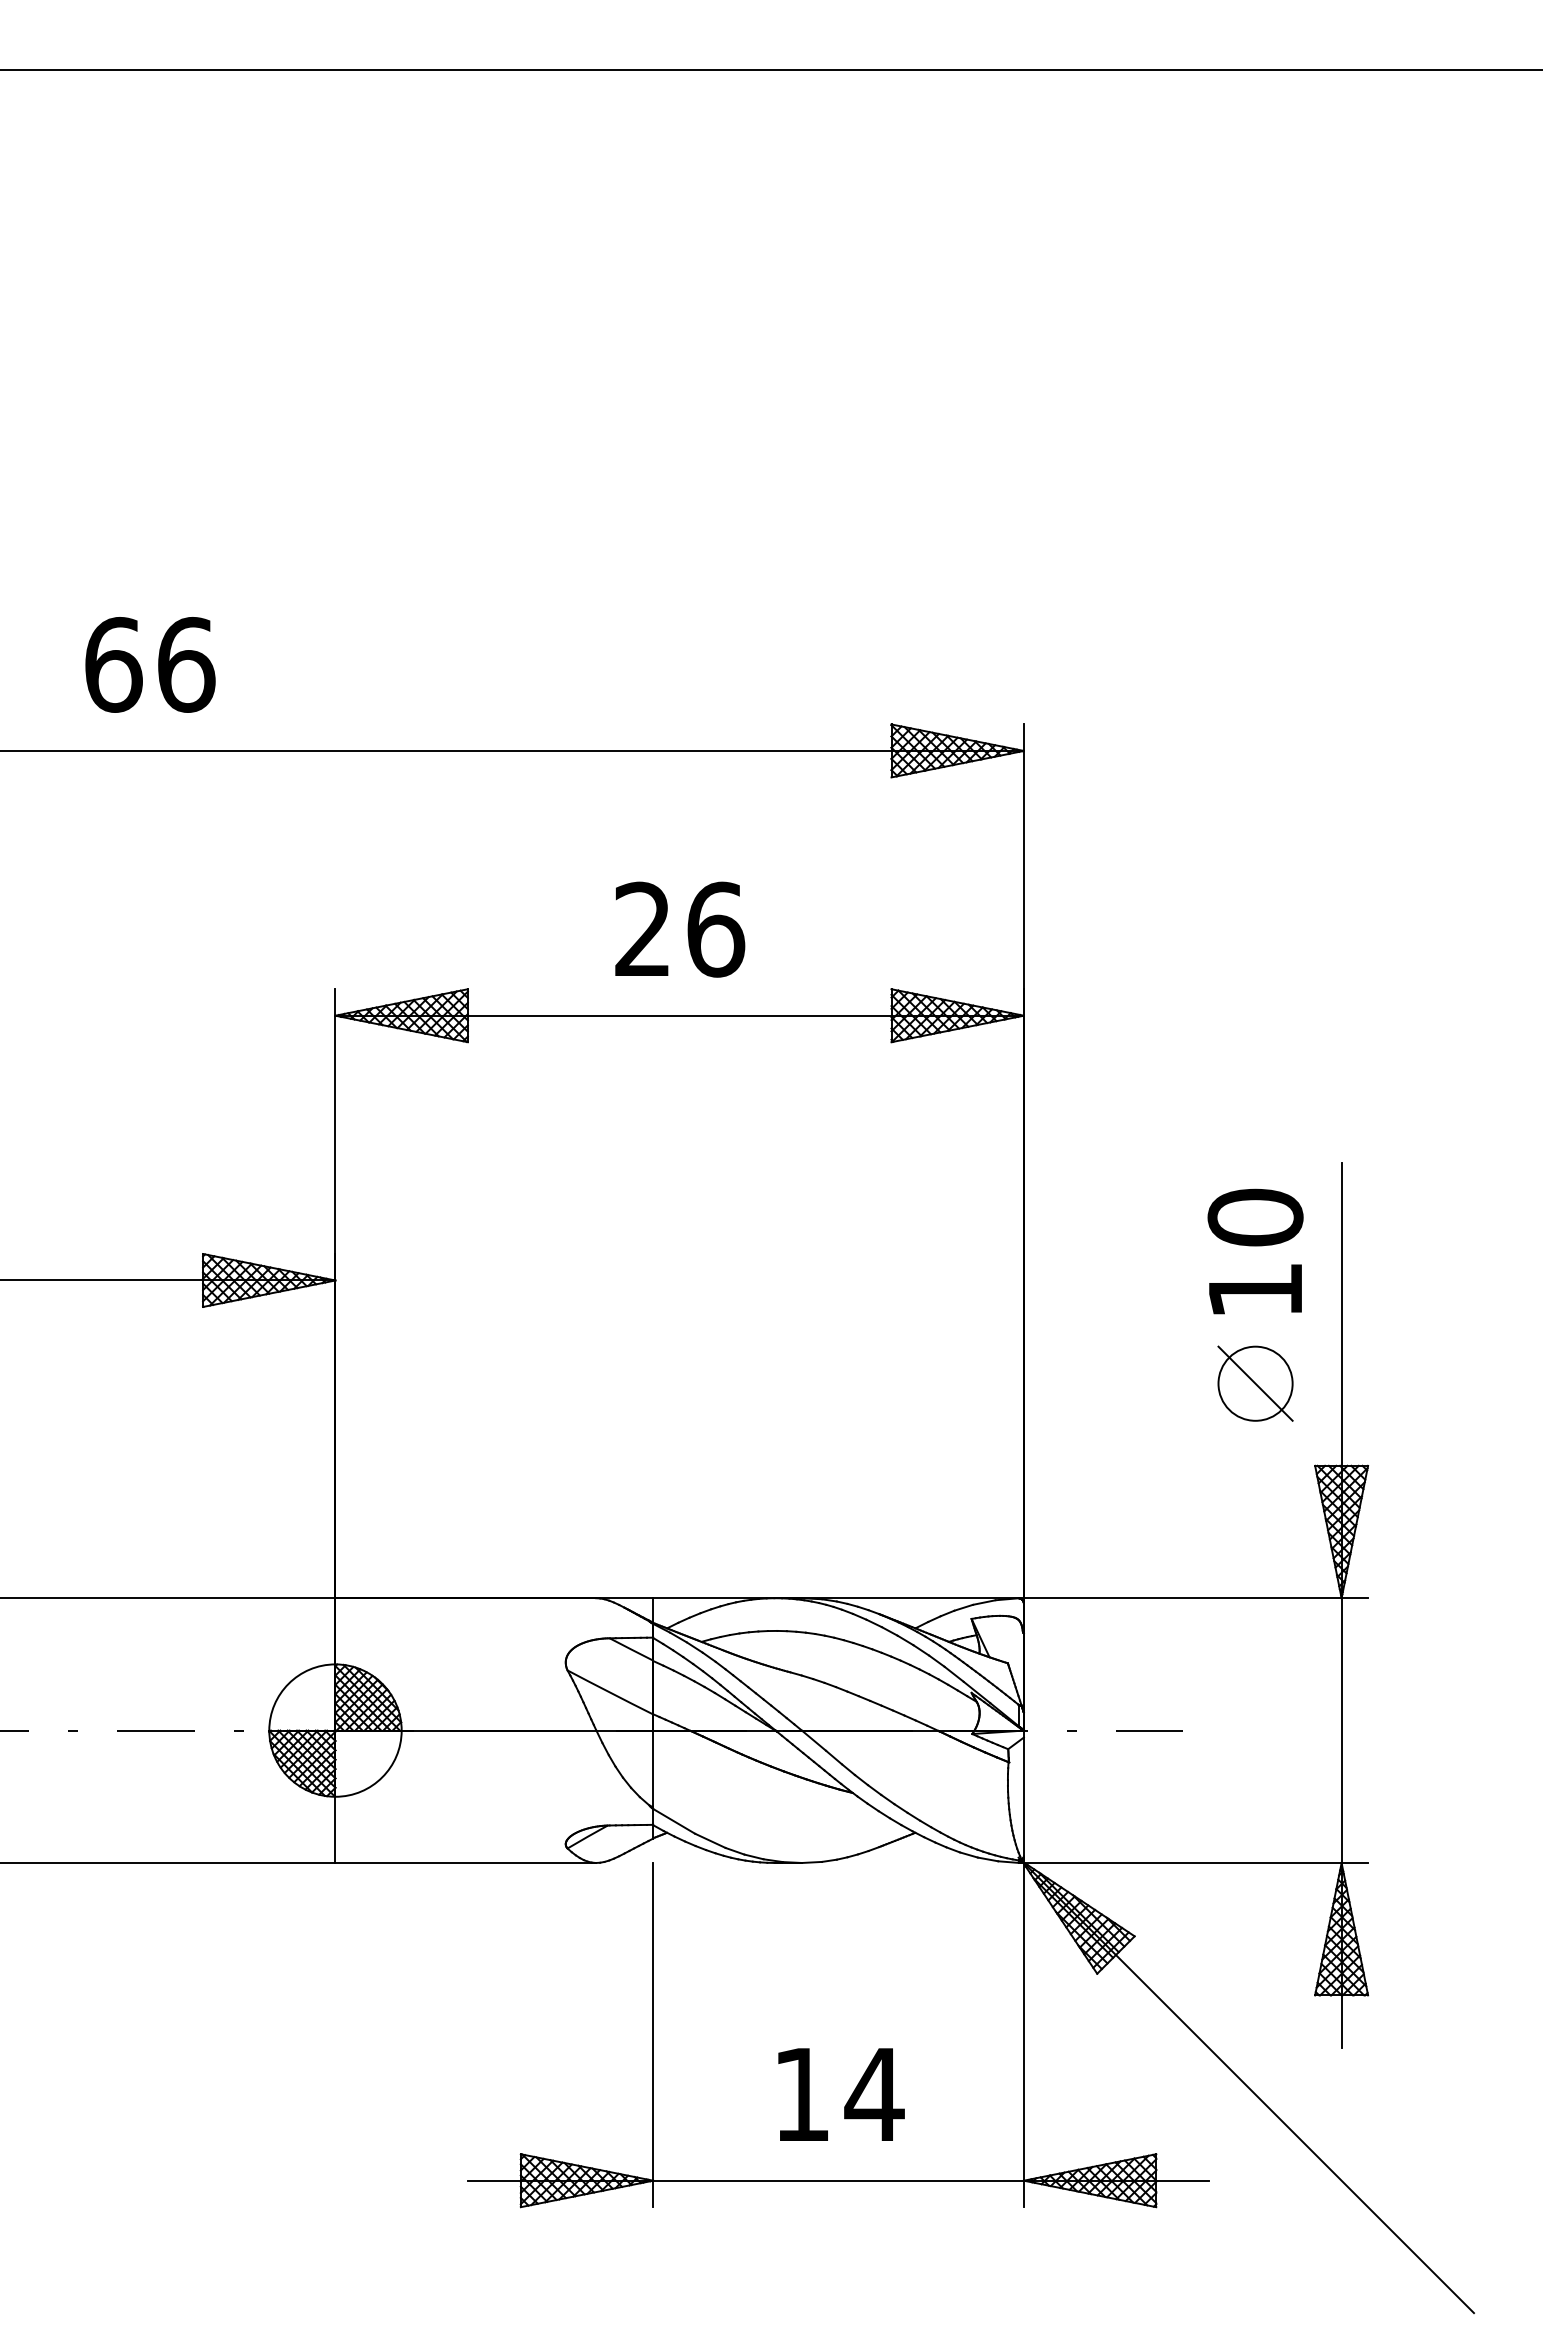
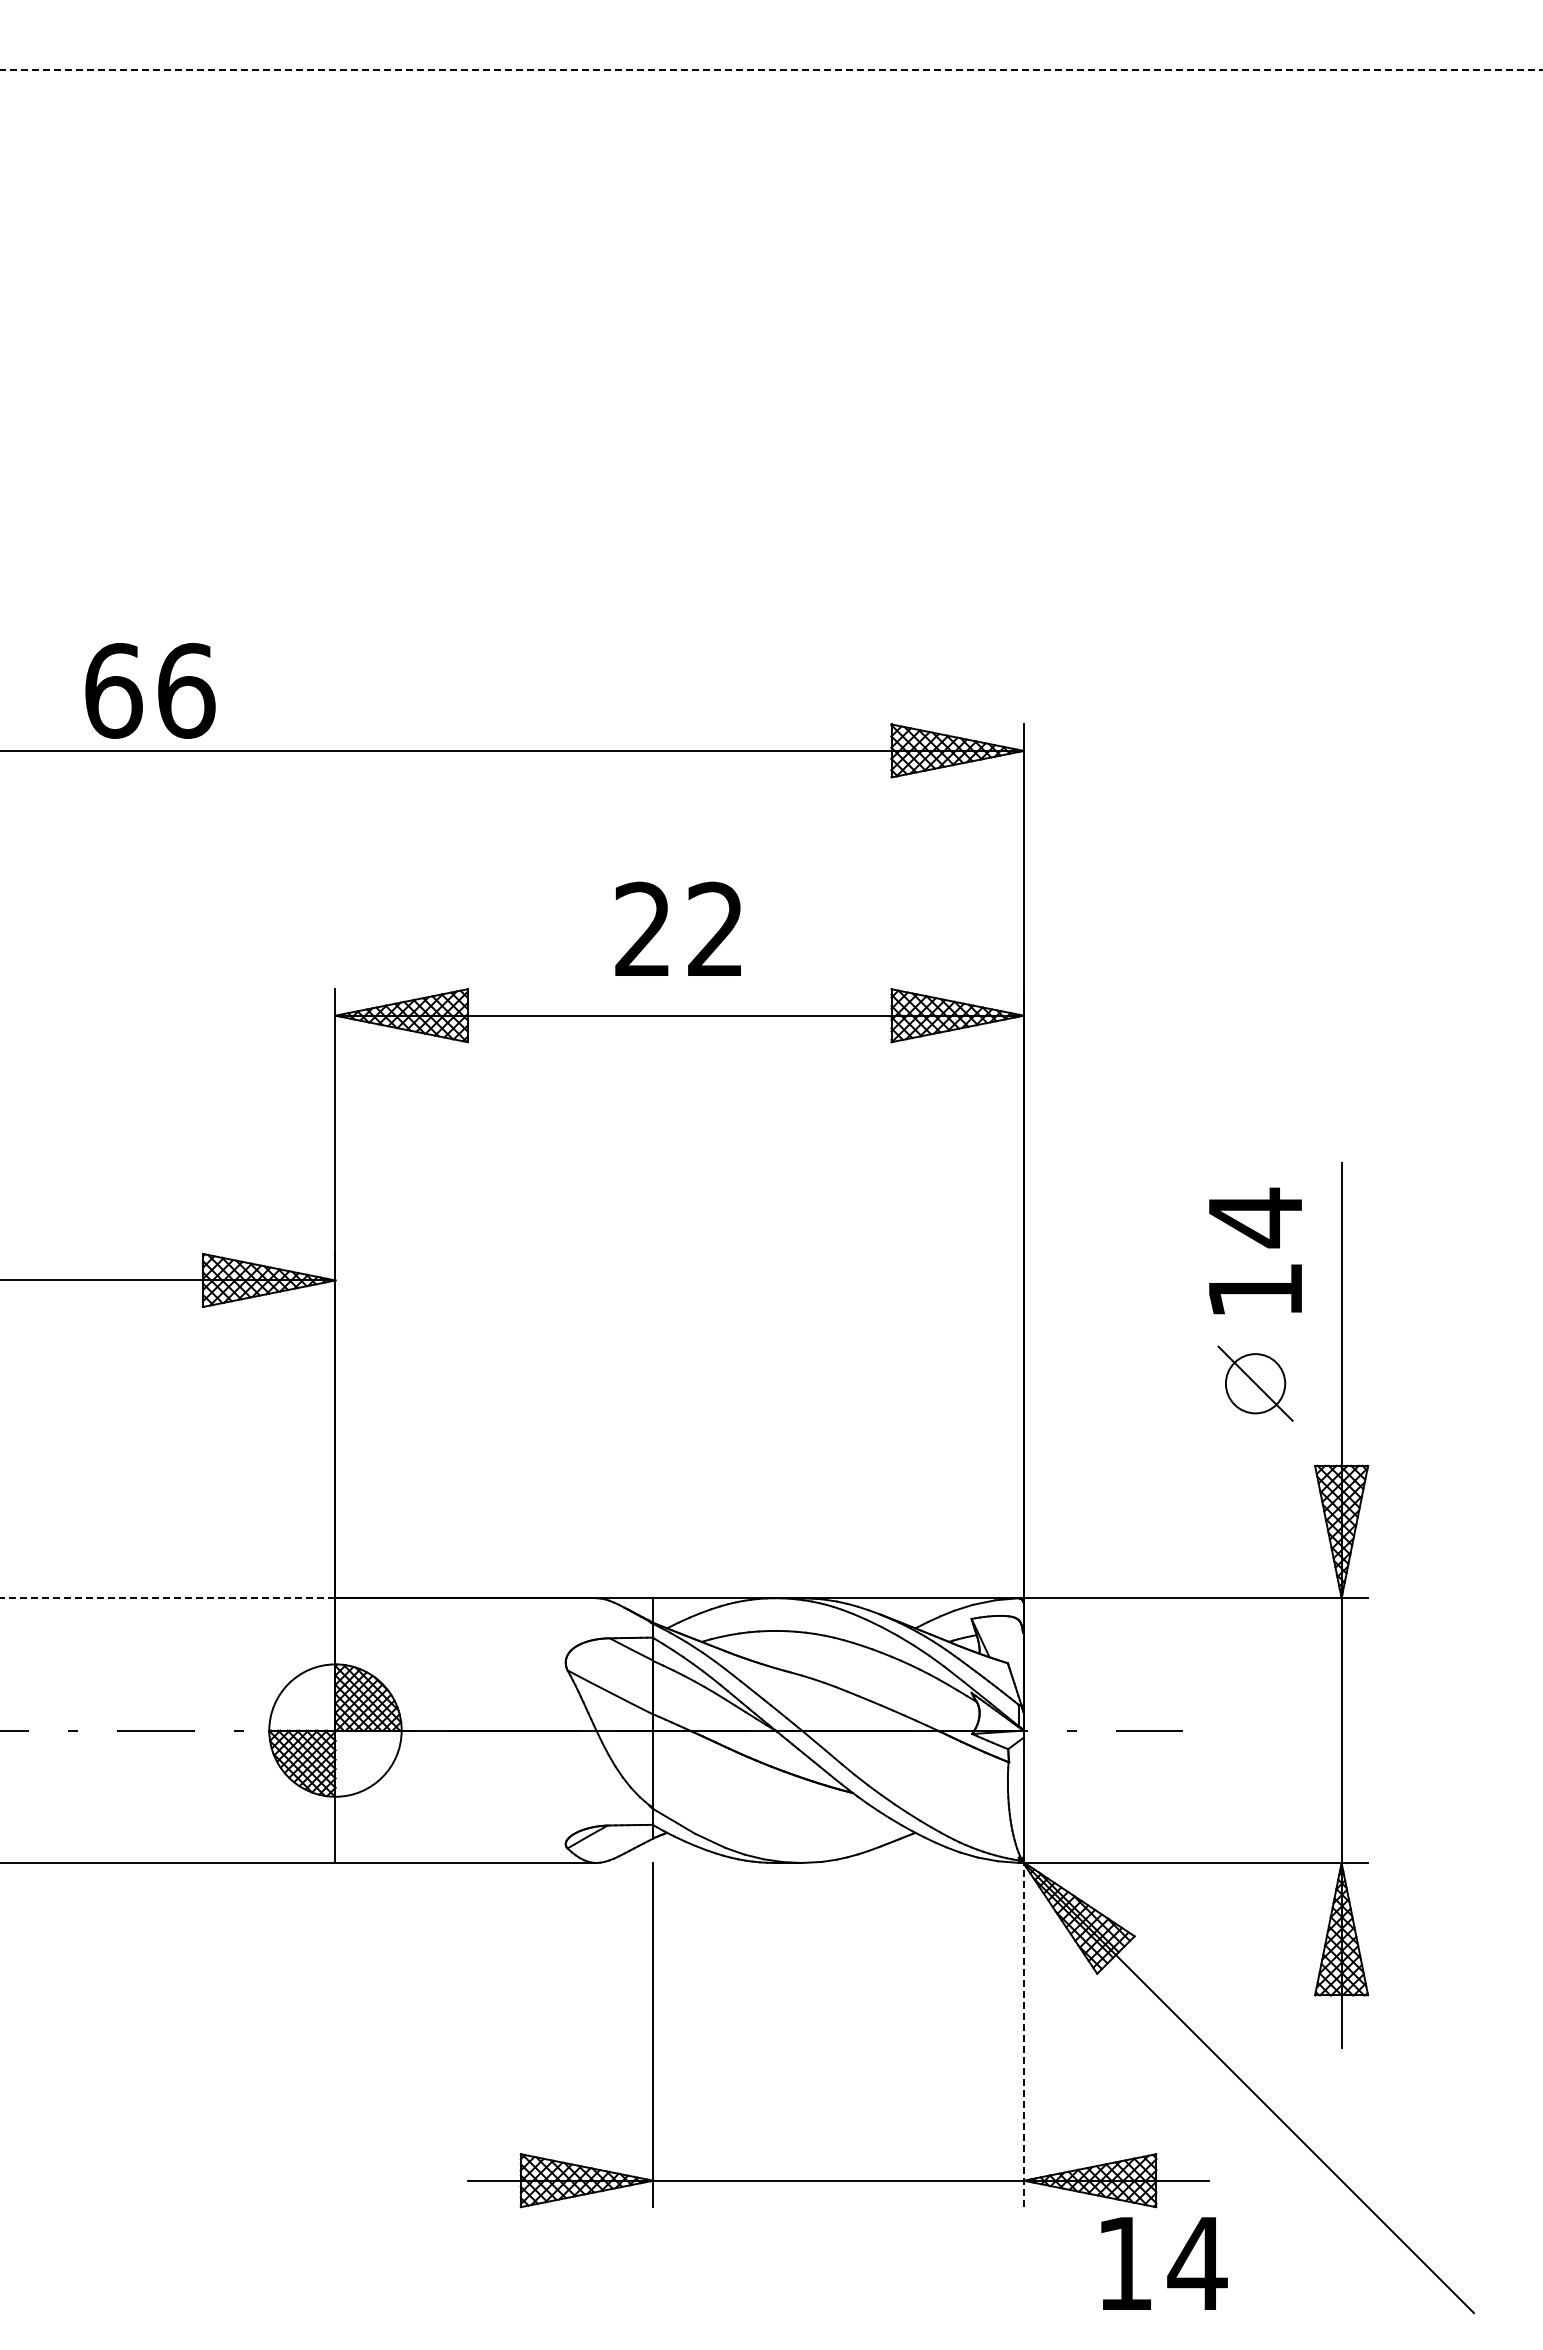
line at (771, 70): solid -> dashed
text at (150, 664) position: (150, 664) -> (150, 690)
text at (716, 929): 26 -> 22
text at (1255, 1217): 10 -> 14
circle at (1255, 1383) diameter: 74 px -> 59 px
line at (167, 1598): solid -> dashed
line at (1023, 2032): solid -> dashed
text at (841, 2094) position: (841, 2094) -> (1164, 2263)
